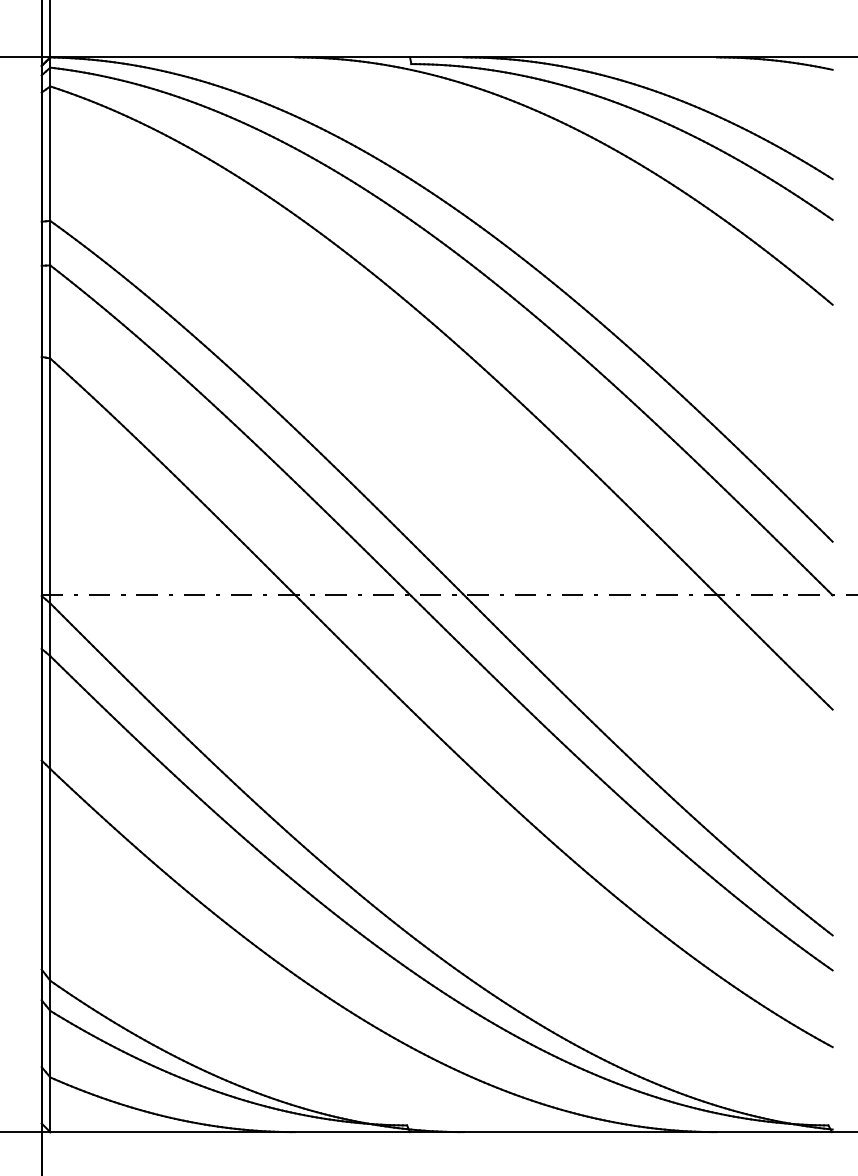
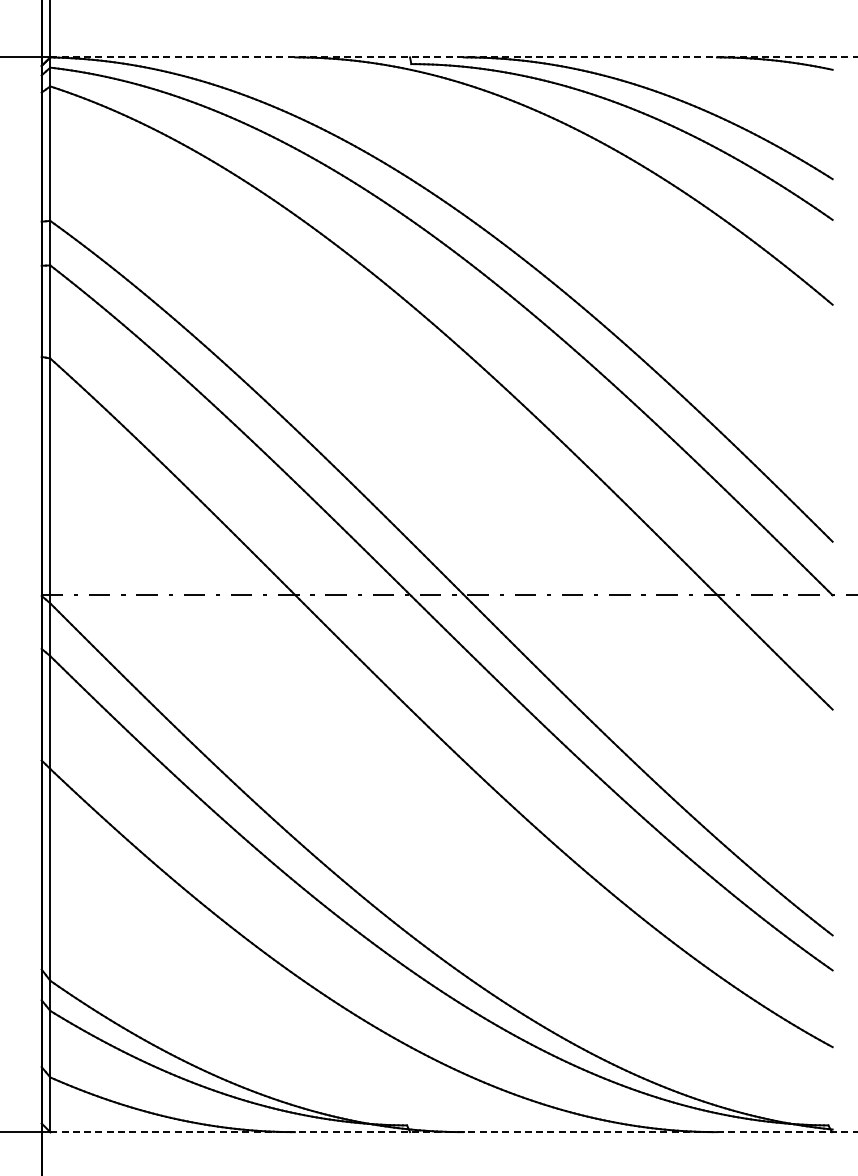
line at (454, 57): solid -> dashed
line at (454, 1132): solid -> dashed
